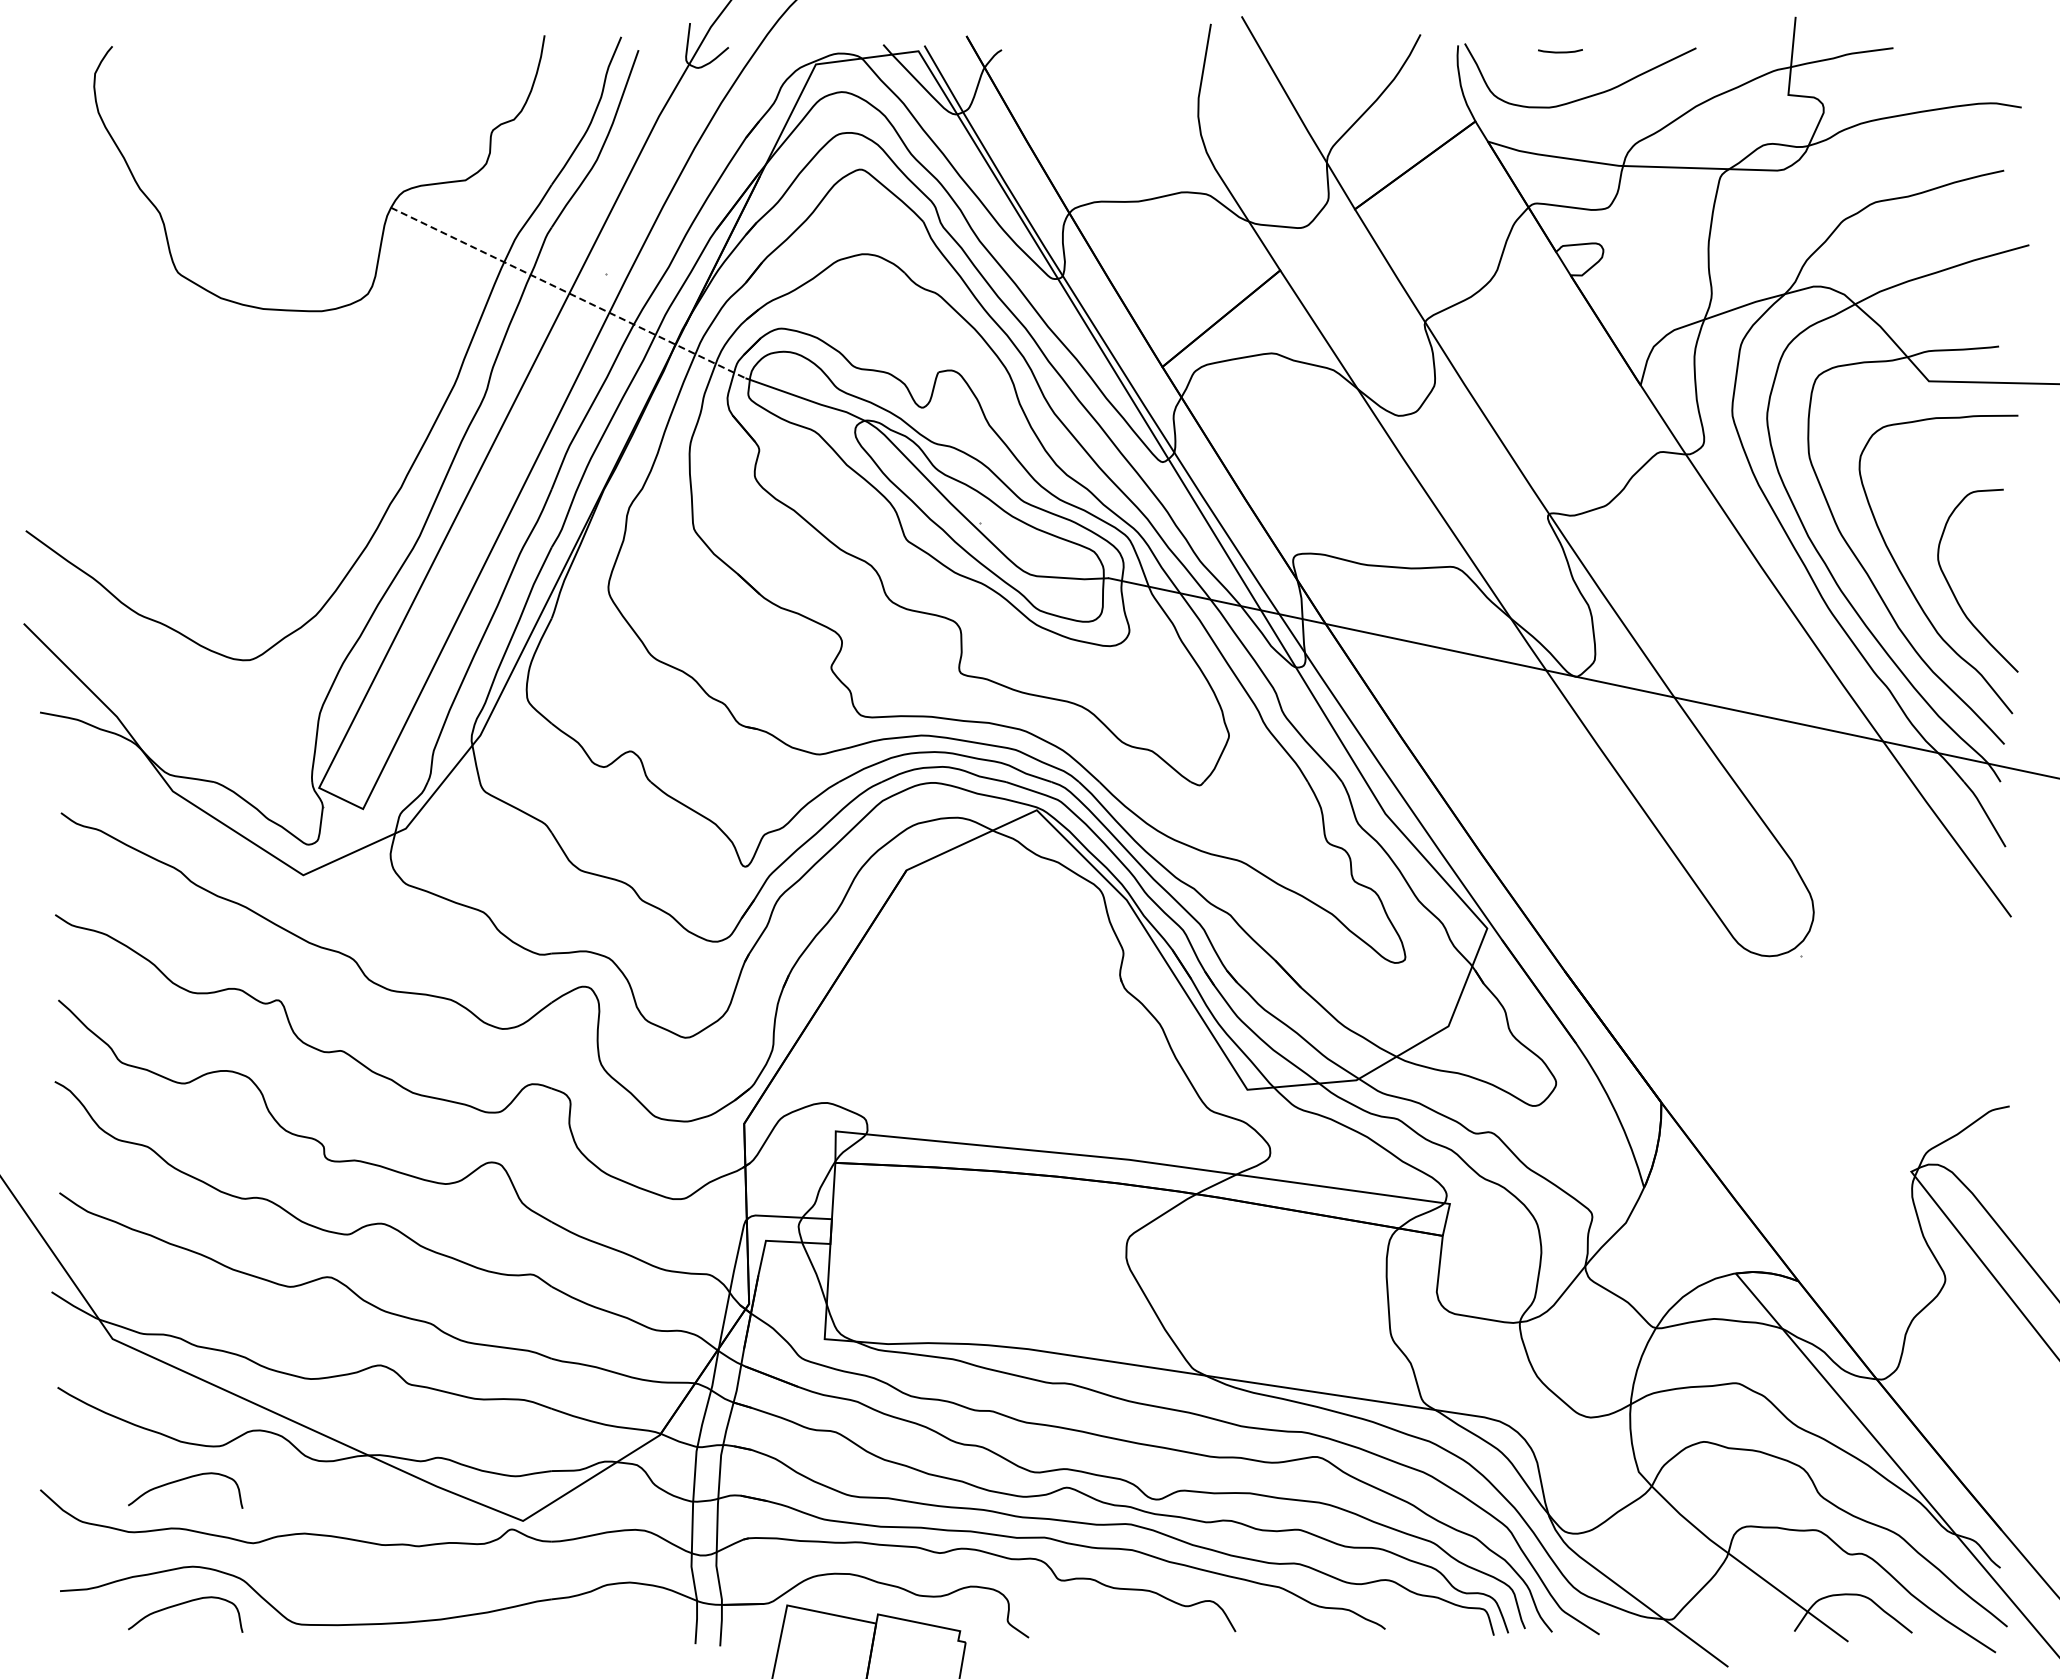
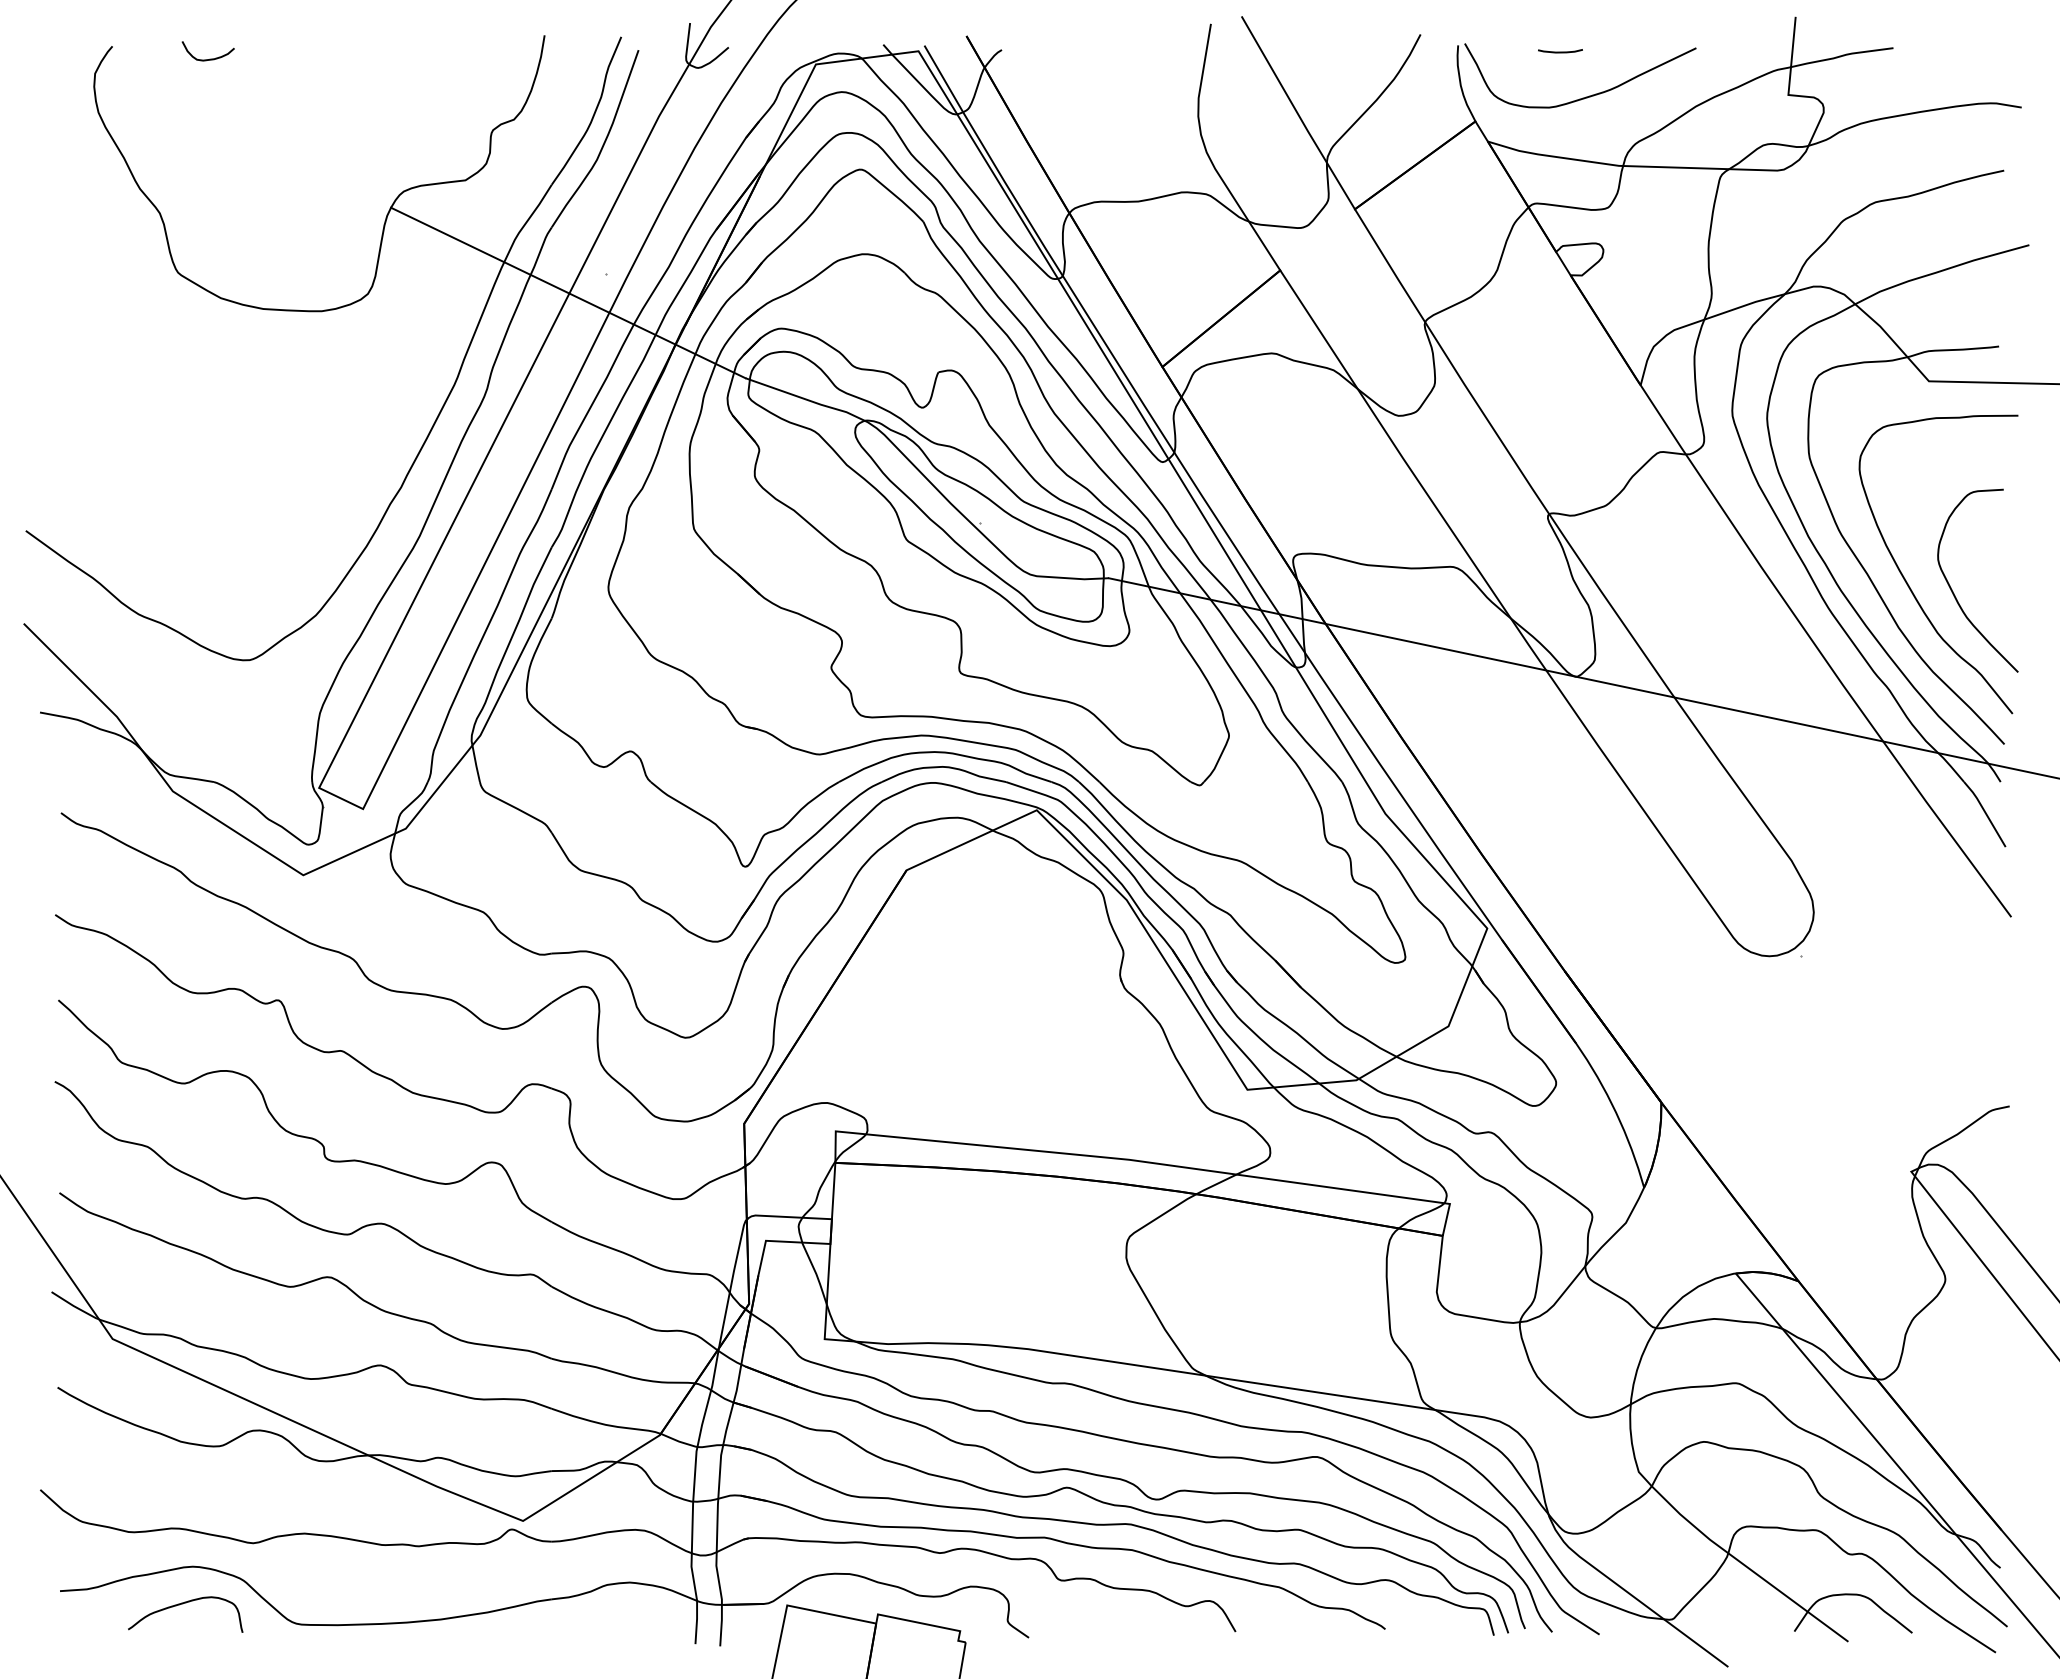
curve at (209, 58): none -> present
line at (568, 292): dashed -> solid
curve at (183, 1480): present -> none
